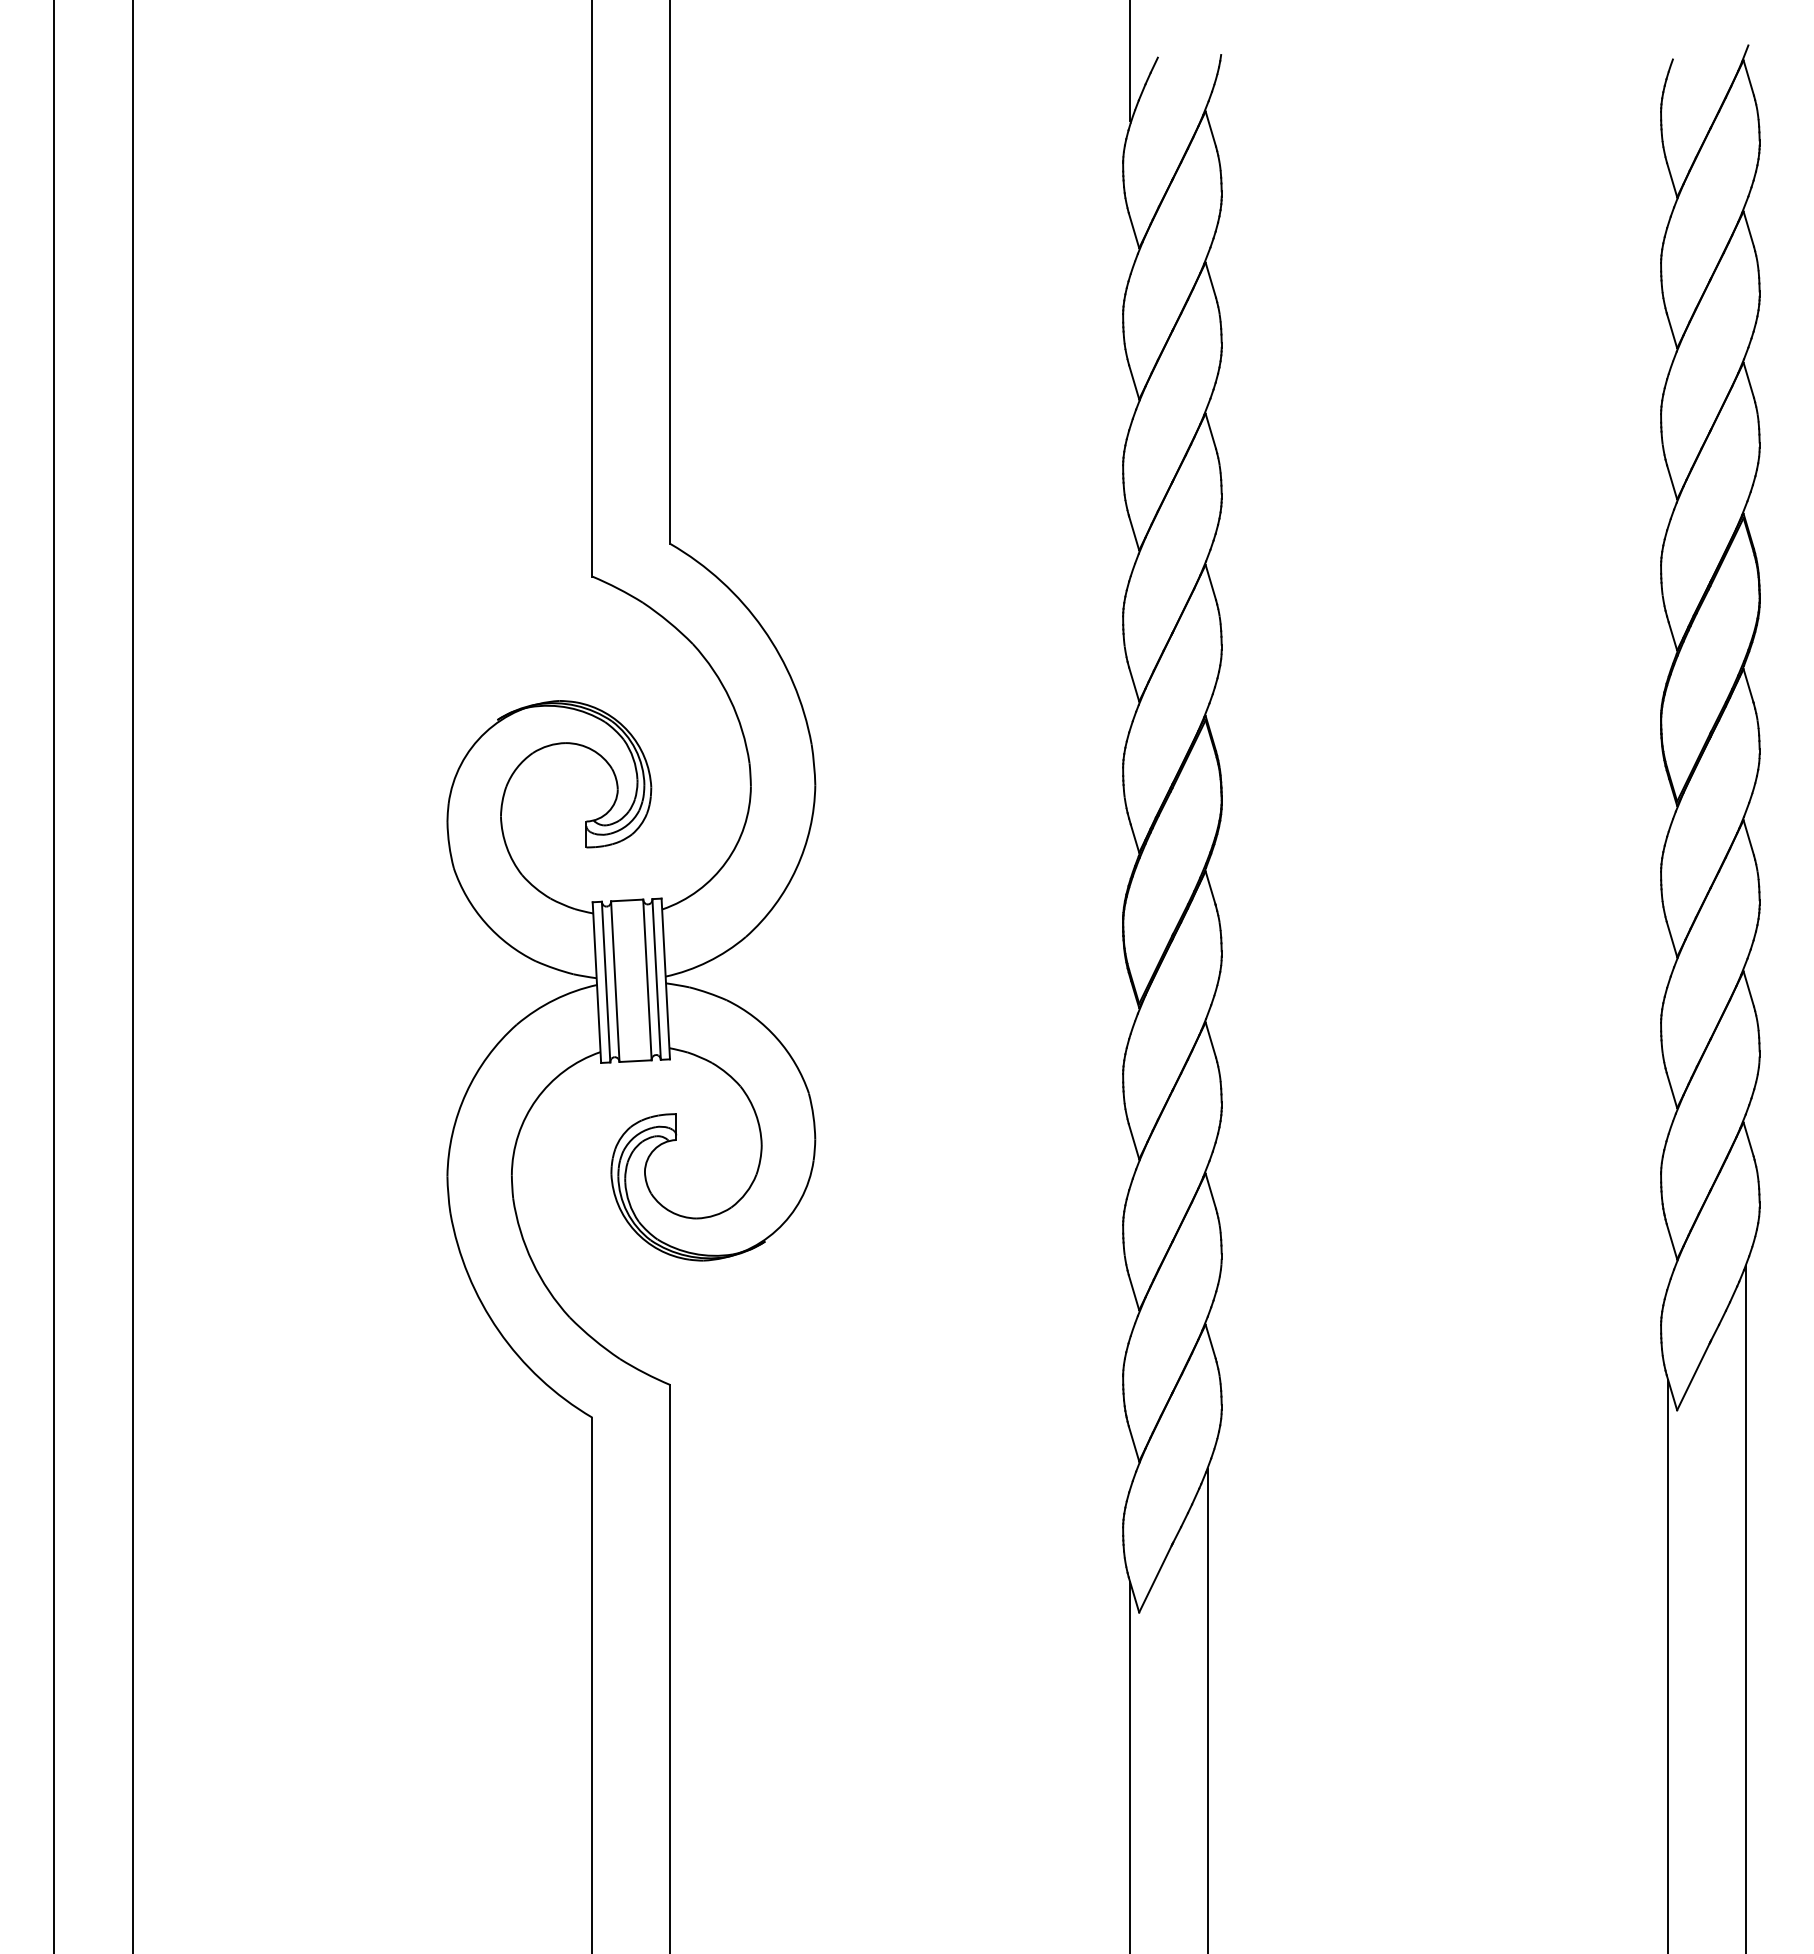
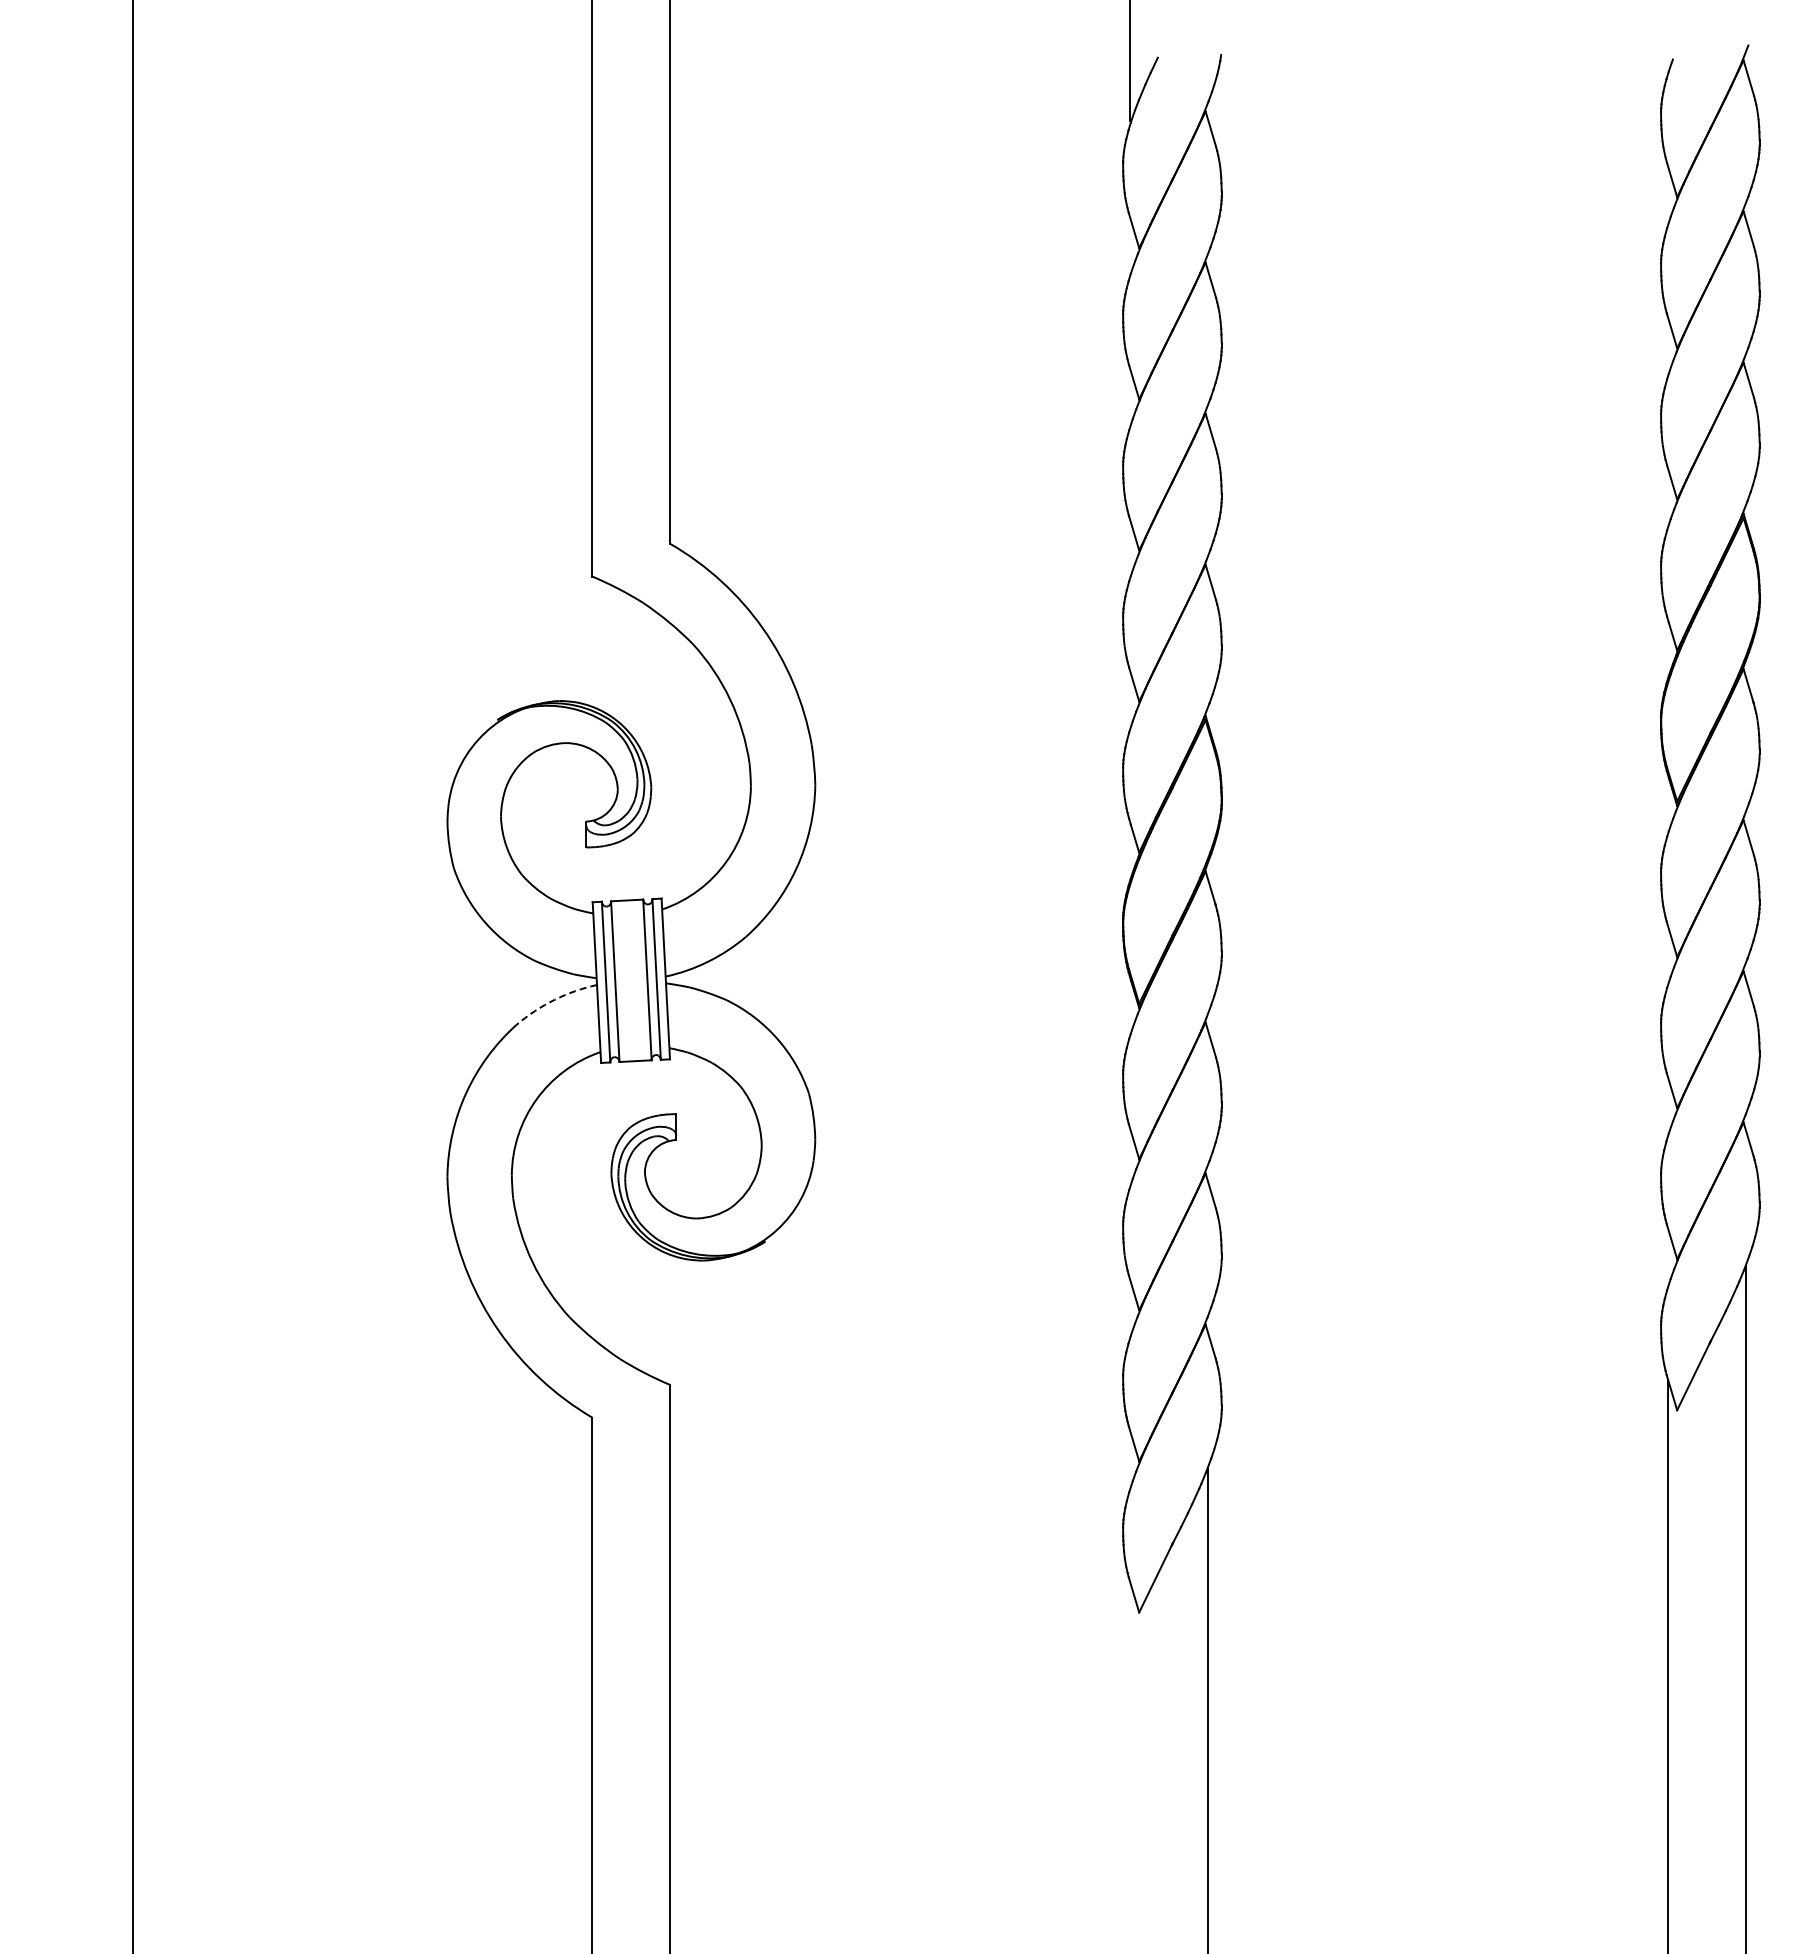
line at (54, 976): present -> none
arc at (554, 999): solid -> dashed
line at (1130, 1766): present -> none
